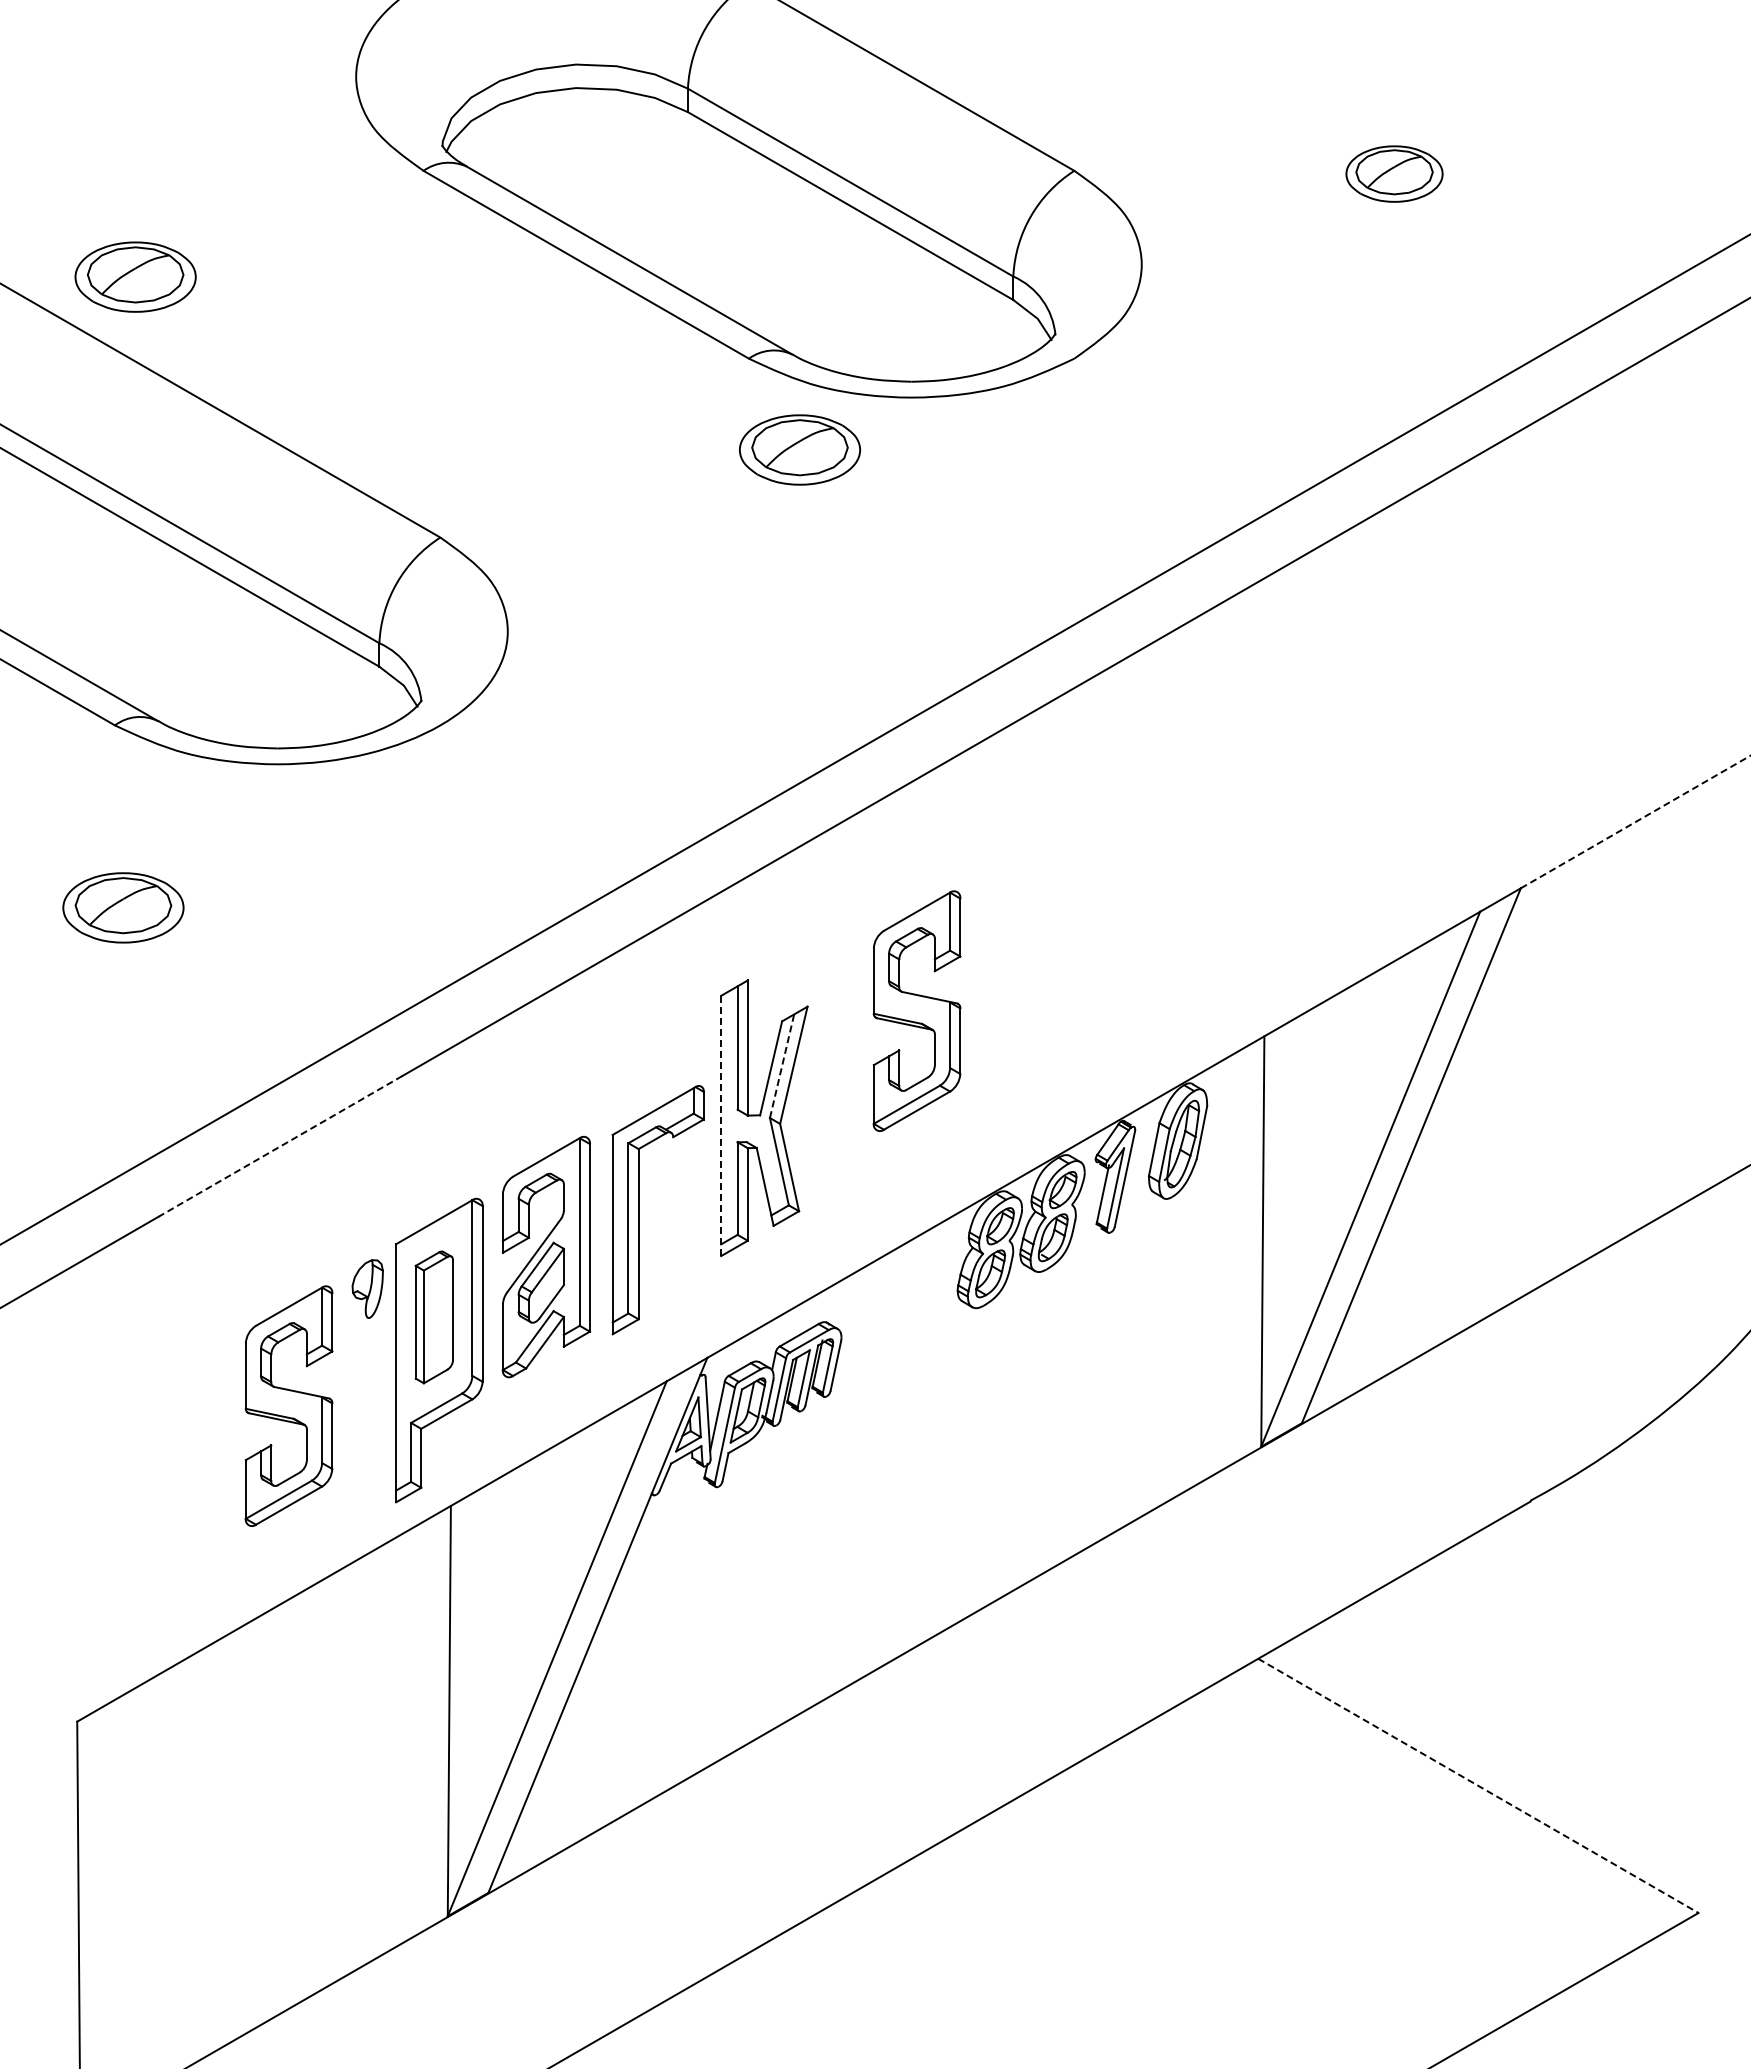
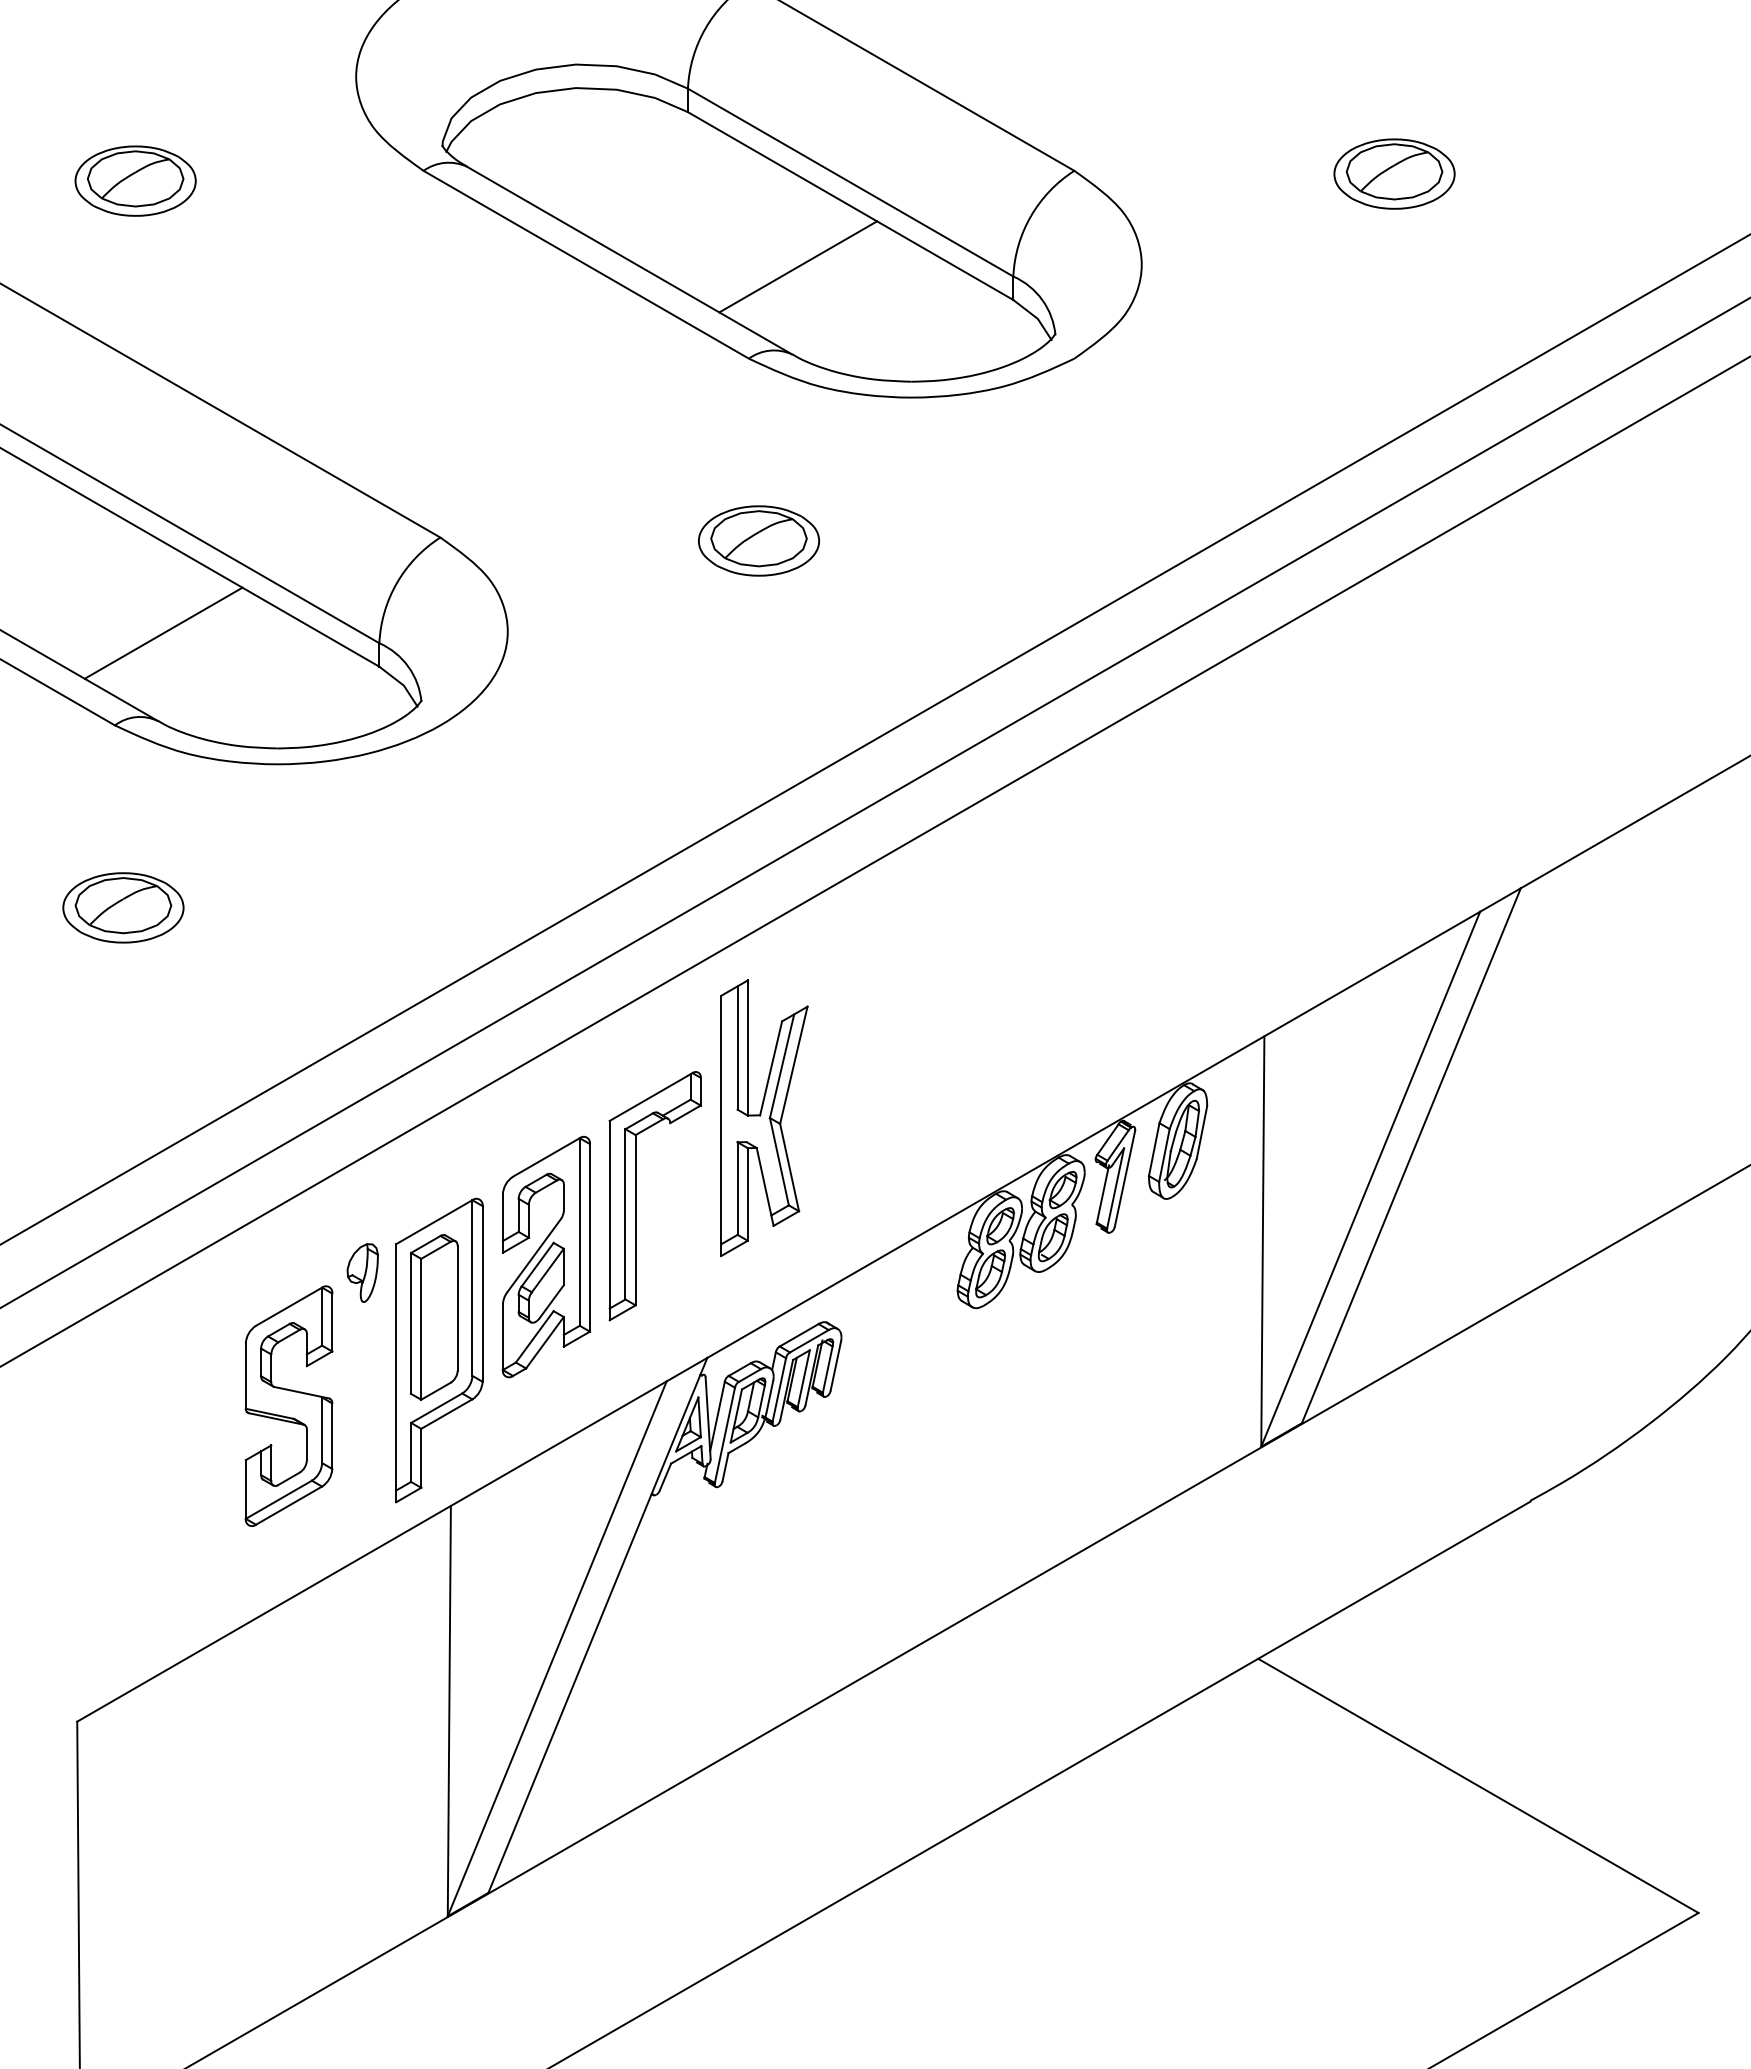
part at (1394, 173) size: 99x58 px -> 123x72 px
line at (798, 266): none -> present
part at (135, 276) position: (135, 276) -> (135, 180)
part at (799, 449) position: (799, 449) -> (758, 540)
line at (163, 632): none -> present
line at (1635, 821): dashed -> solid
line at (874, 861): none -> present
part at (916, 1010): present -> none
line at (782, 1065): dashed -> solid
line at (721, 1125): dashed -> solid
line at (280, 1146): dashed -> solid
part at (639, 1210) position: (639, 1210) -> (636, 1196)
part at (367, 1288) position: (367, 1288) -> (362, 1272)
part at (433, 1317) size: 40x135 px -> 49x167 px
line at (1478, 1786): dashed -> solid
